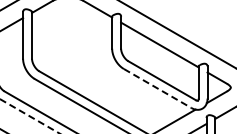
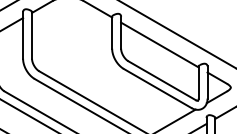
line at (157, 88): dashed -> solid
line at (30, 116): dashed -> solid
